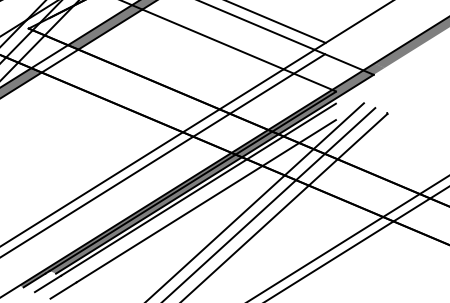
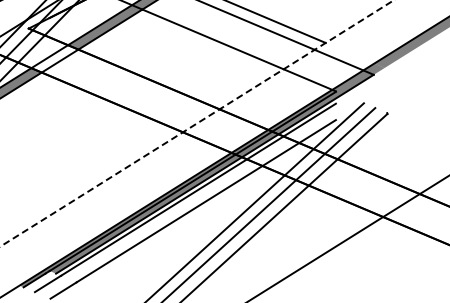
line at (196, 123): solid -> dashed
line at (163, 155): present -> none
line at (357, 243): present -> none
